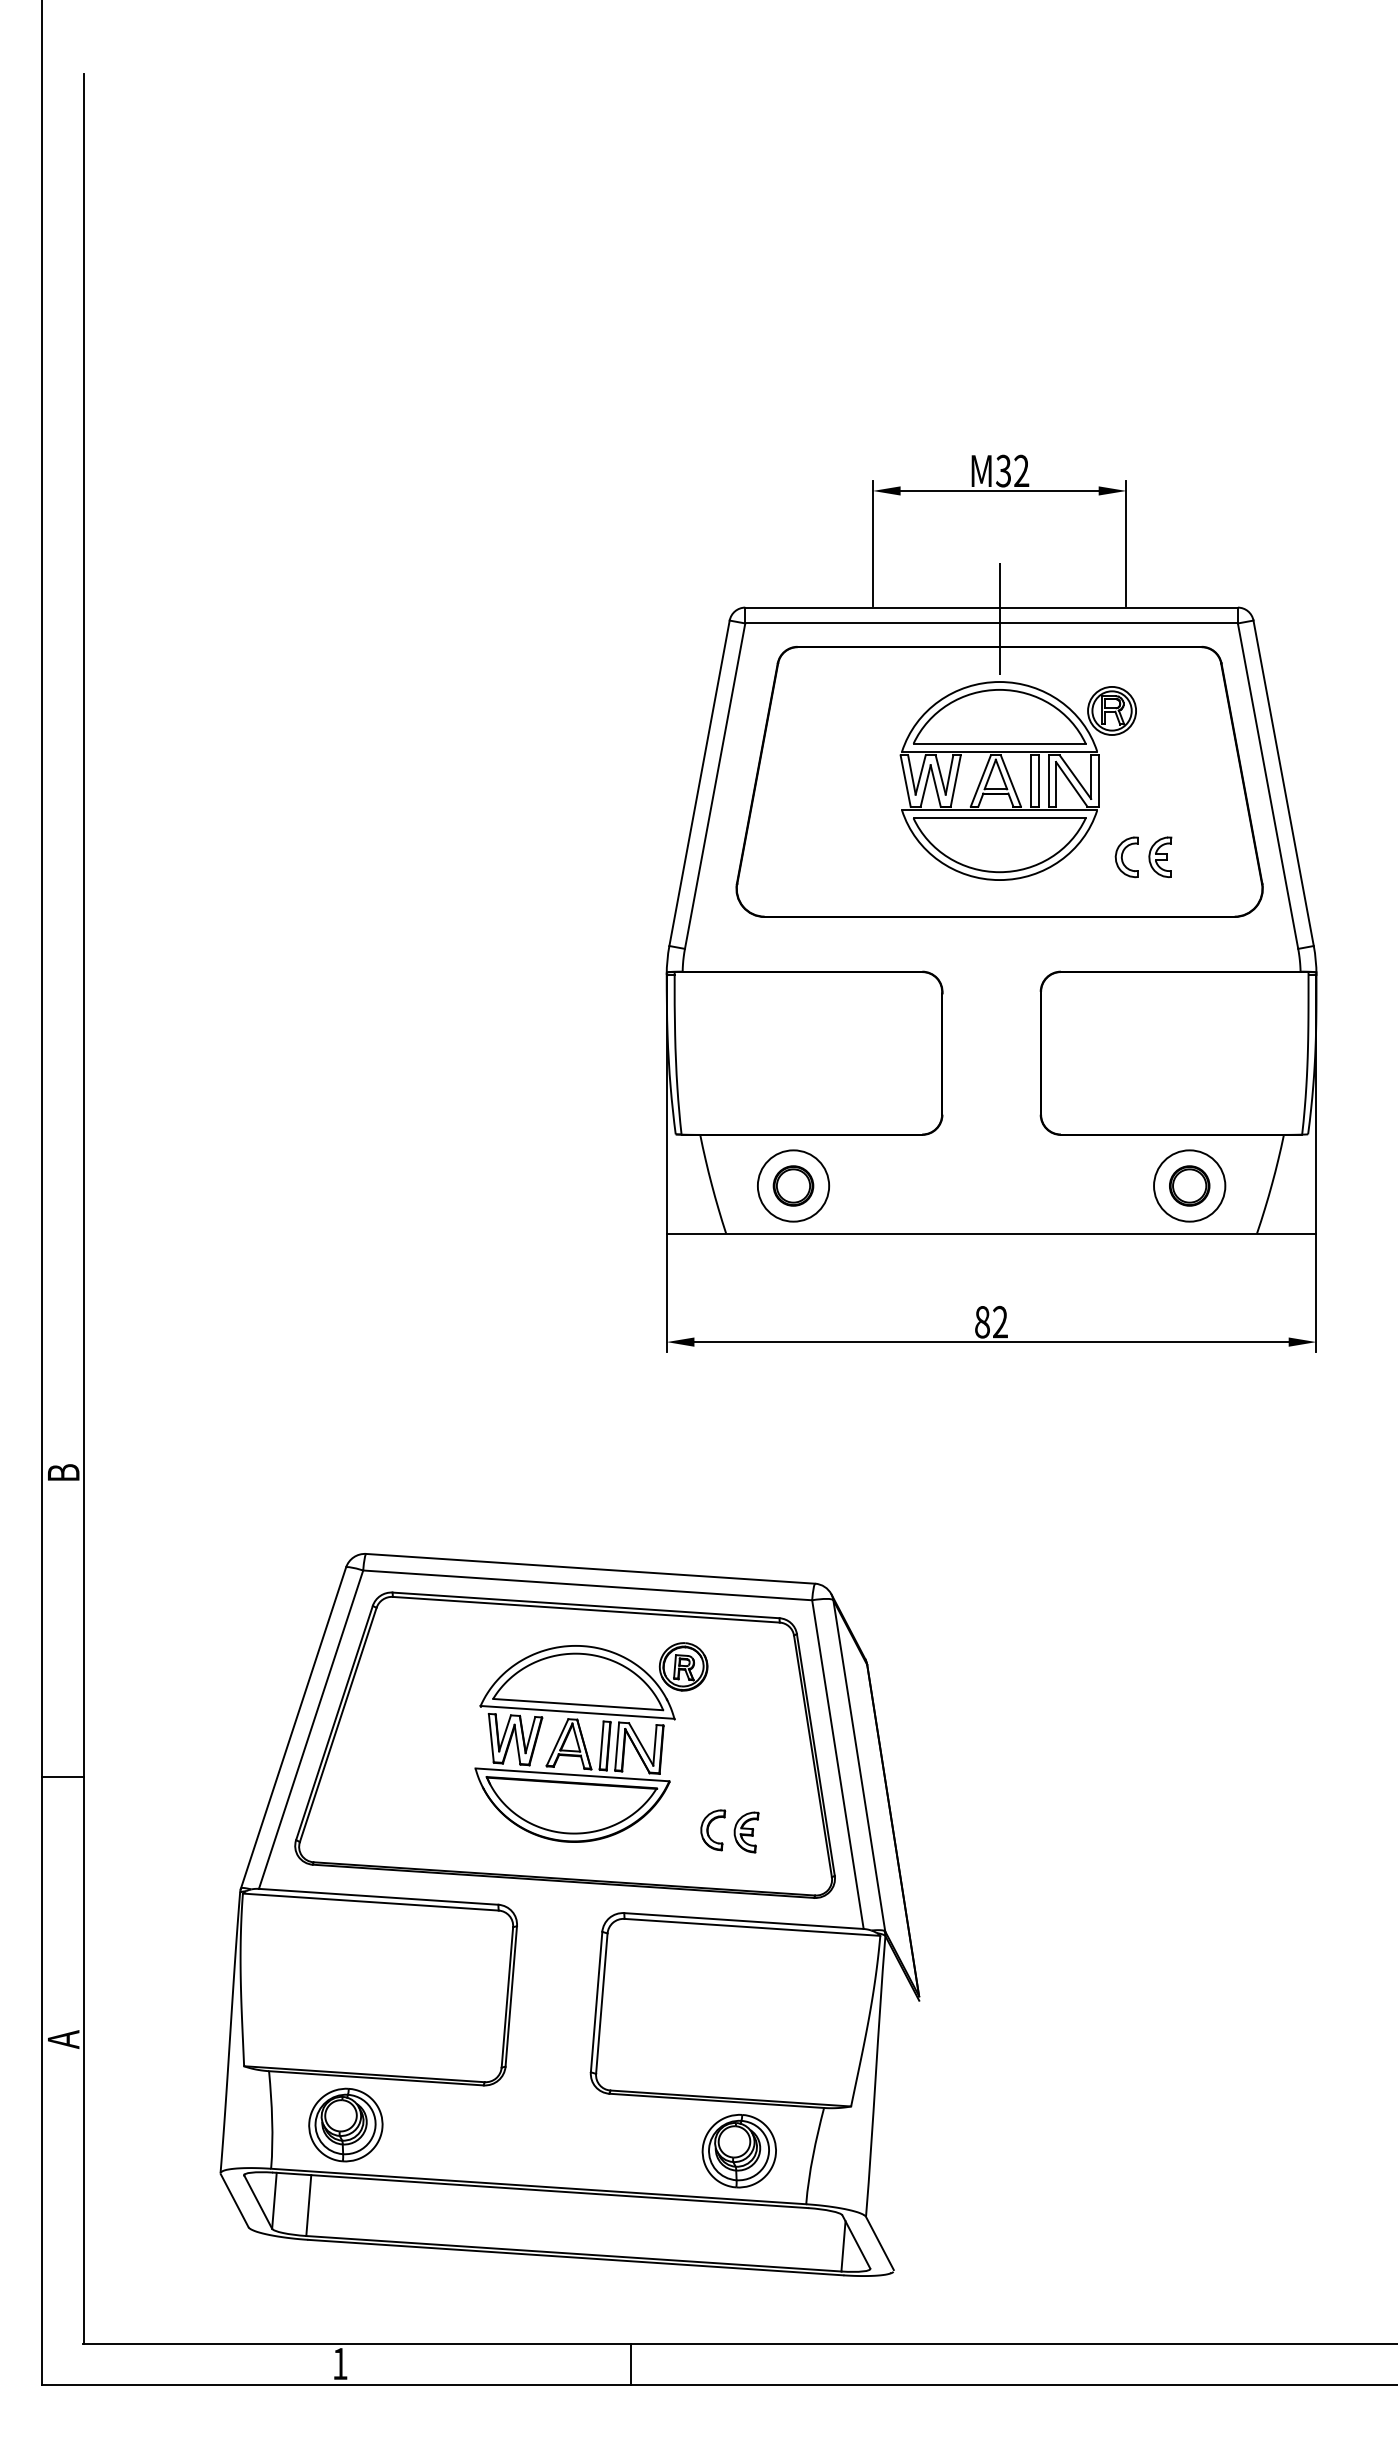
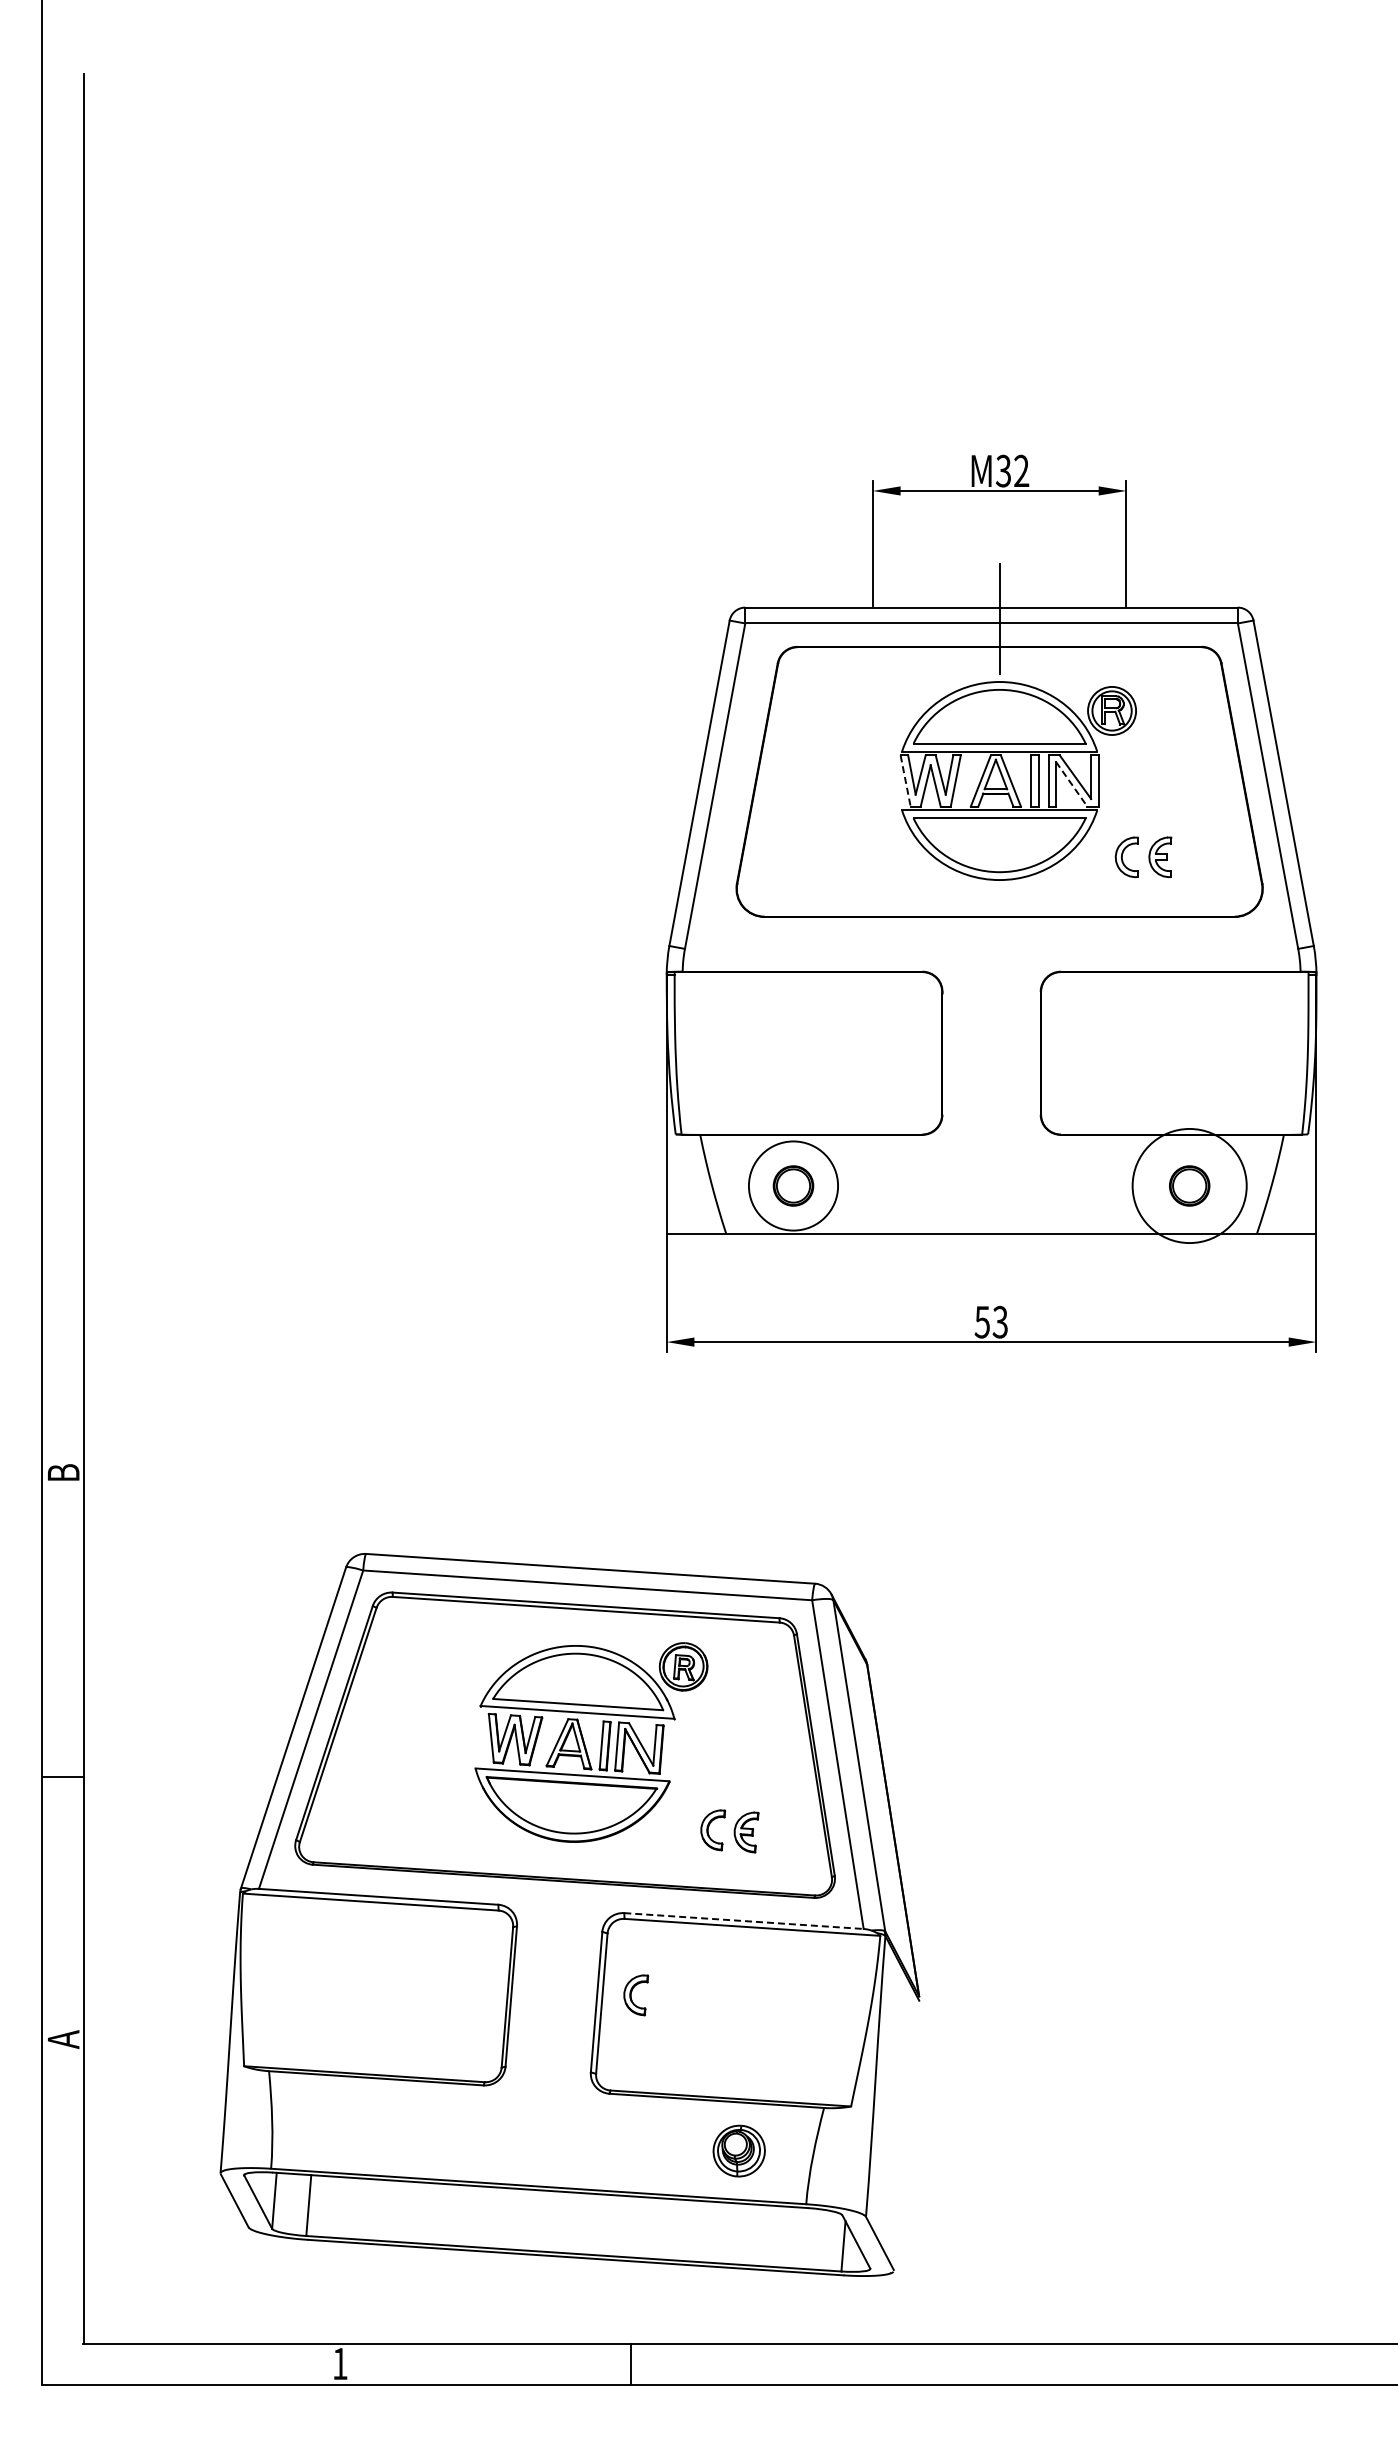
line at (905, 781): solid -> dashed
line at (1072, 784): solid -> dashed
circle at (793, 1185) diameter: 71 px -> 89 px
circle at (1189, 1185) diameter: 71 px -> 114 px
text at (990, 1322): 82 -> 53
line at (743, 1921): solid -> dashed
part at (636, 1995): none -> present
part at (345, 2124): present -> none
part at (738, 2150) size: 76x76 px -> 54x54 px
